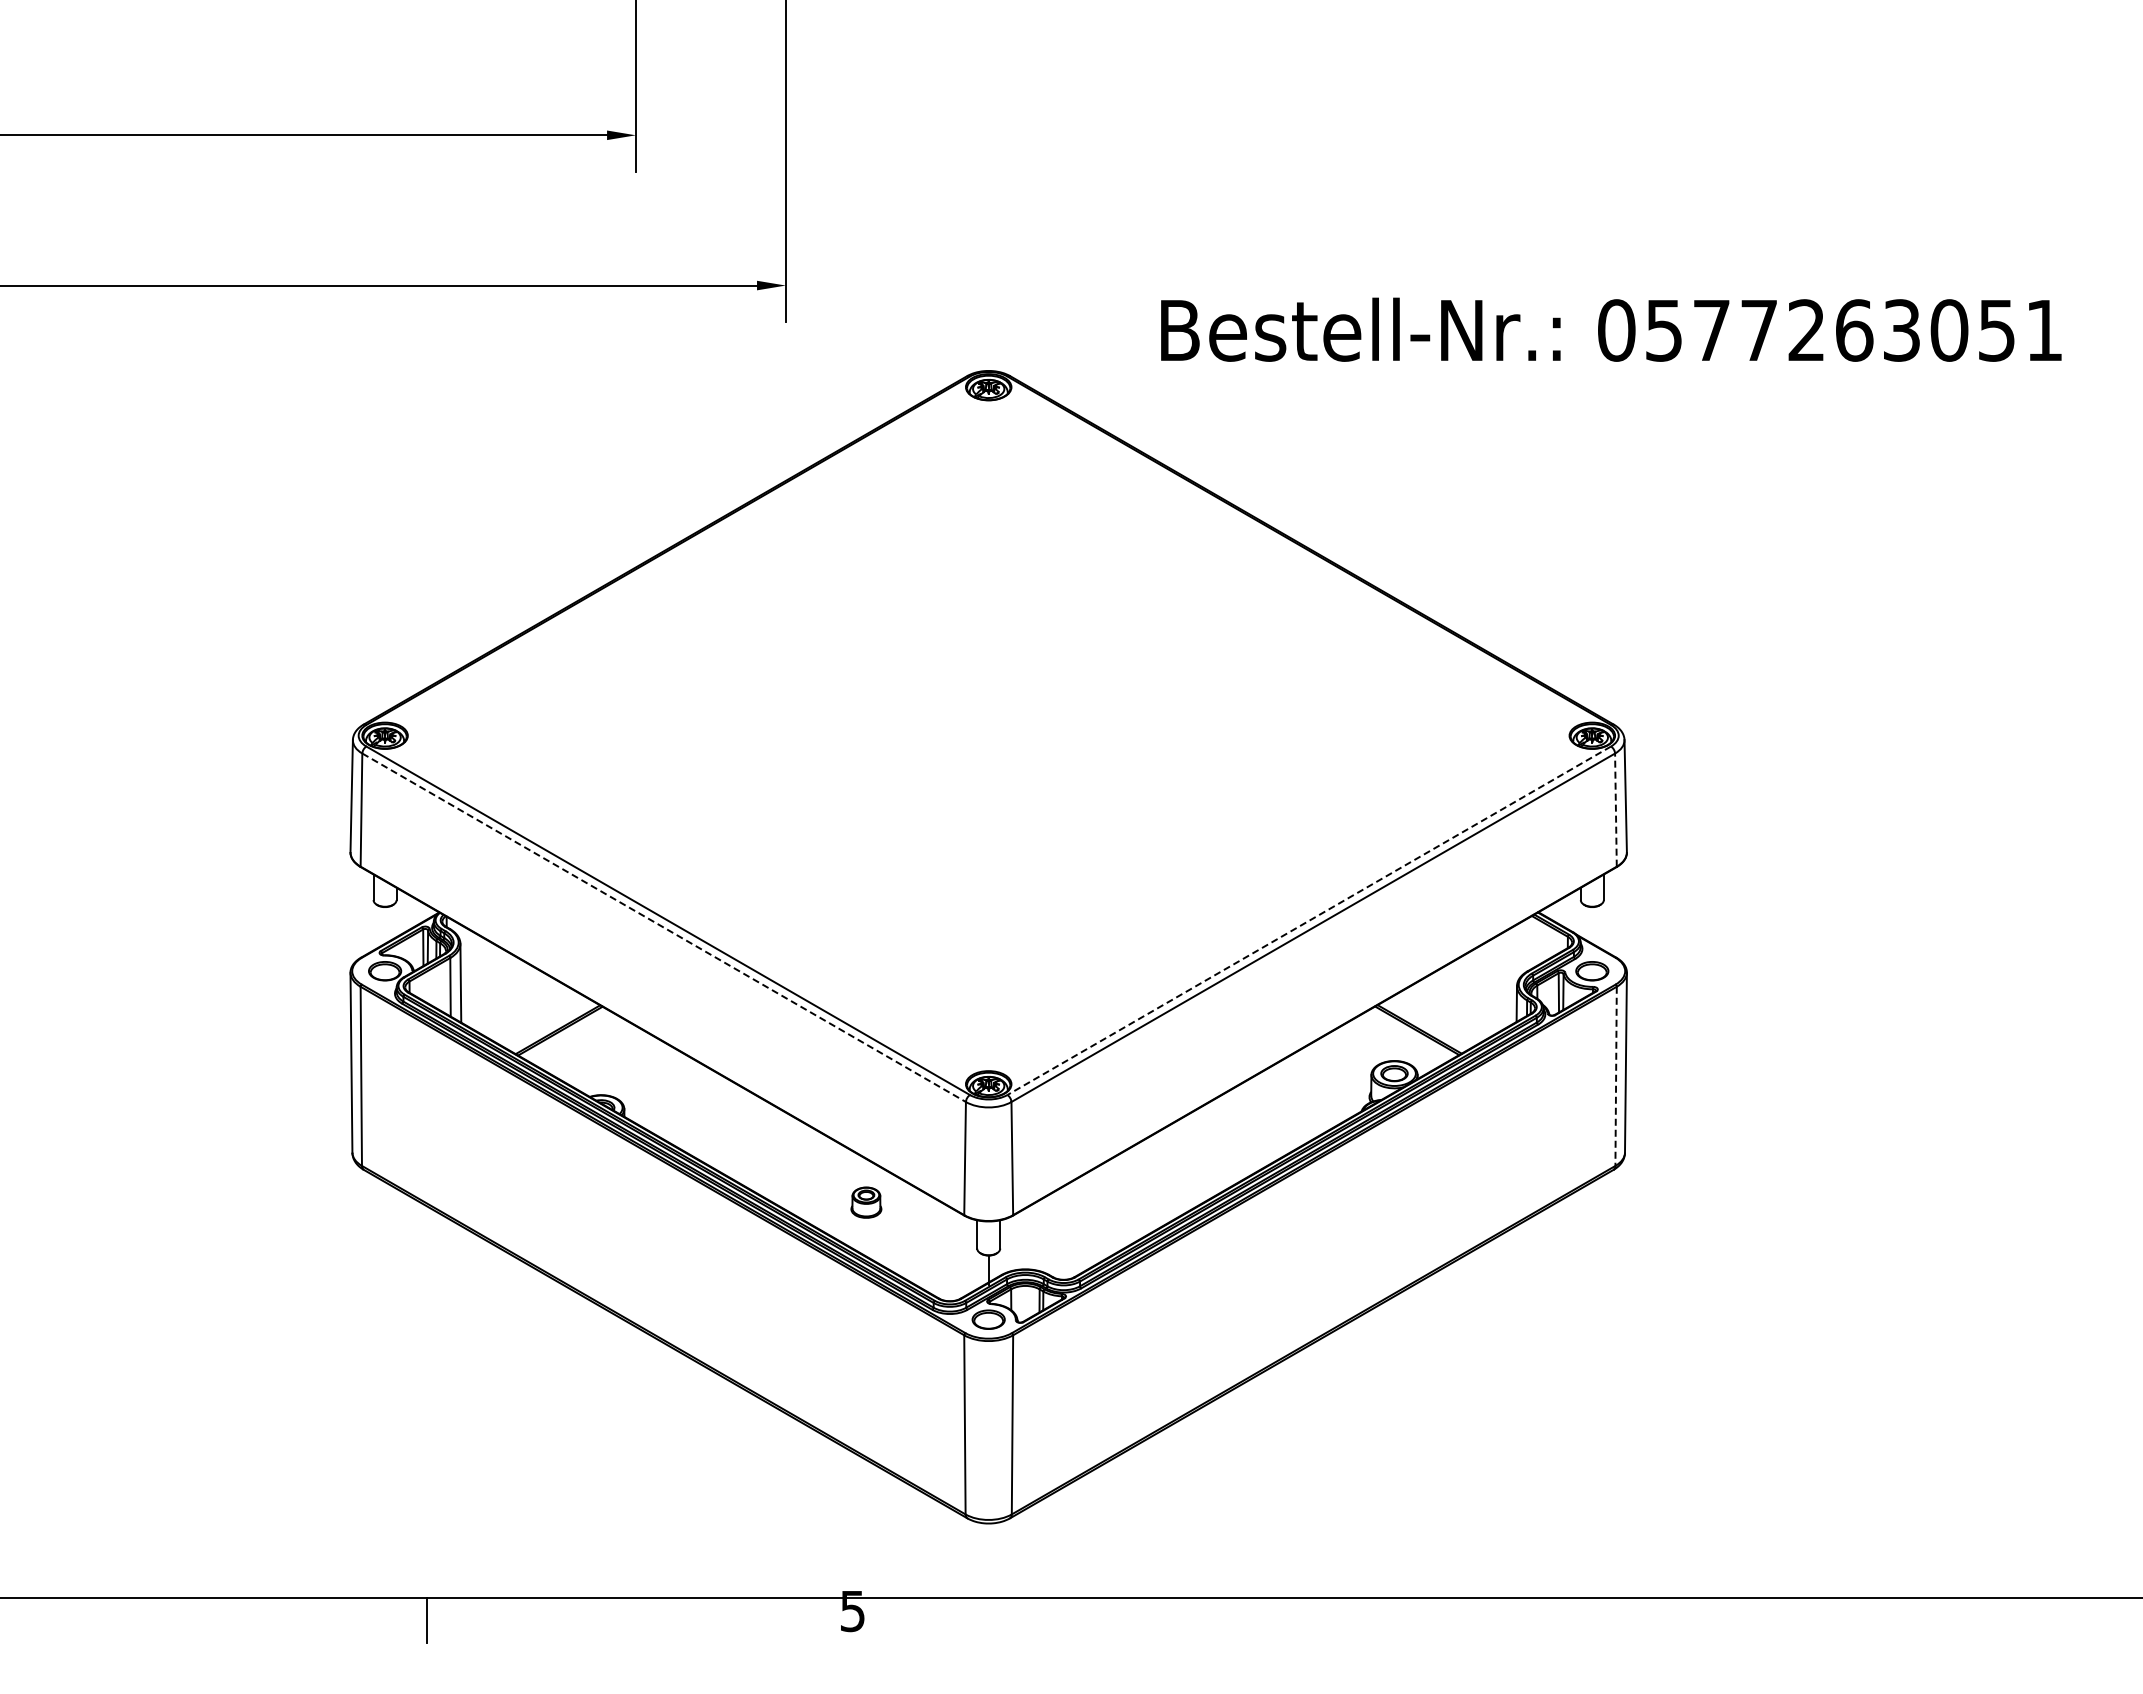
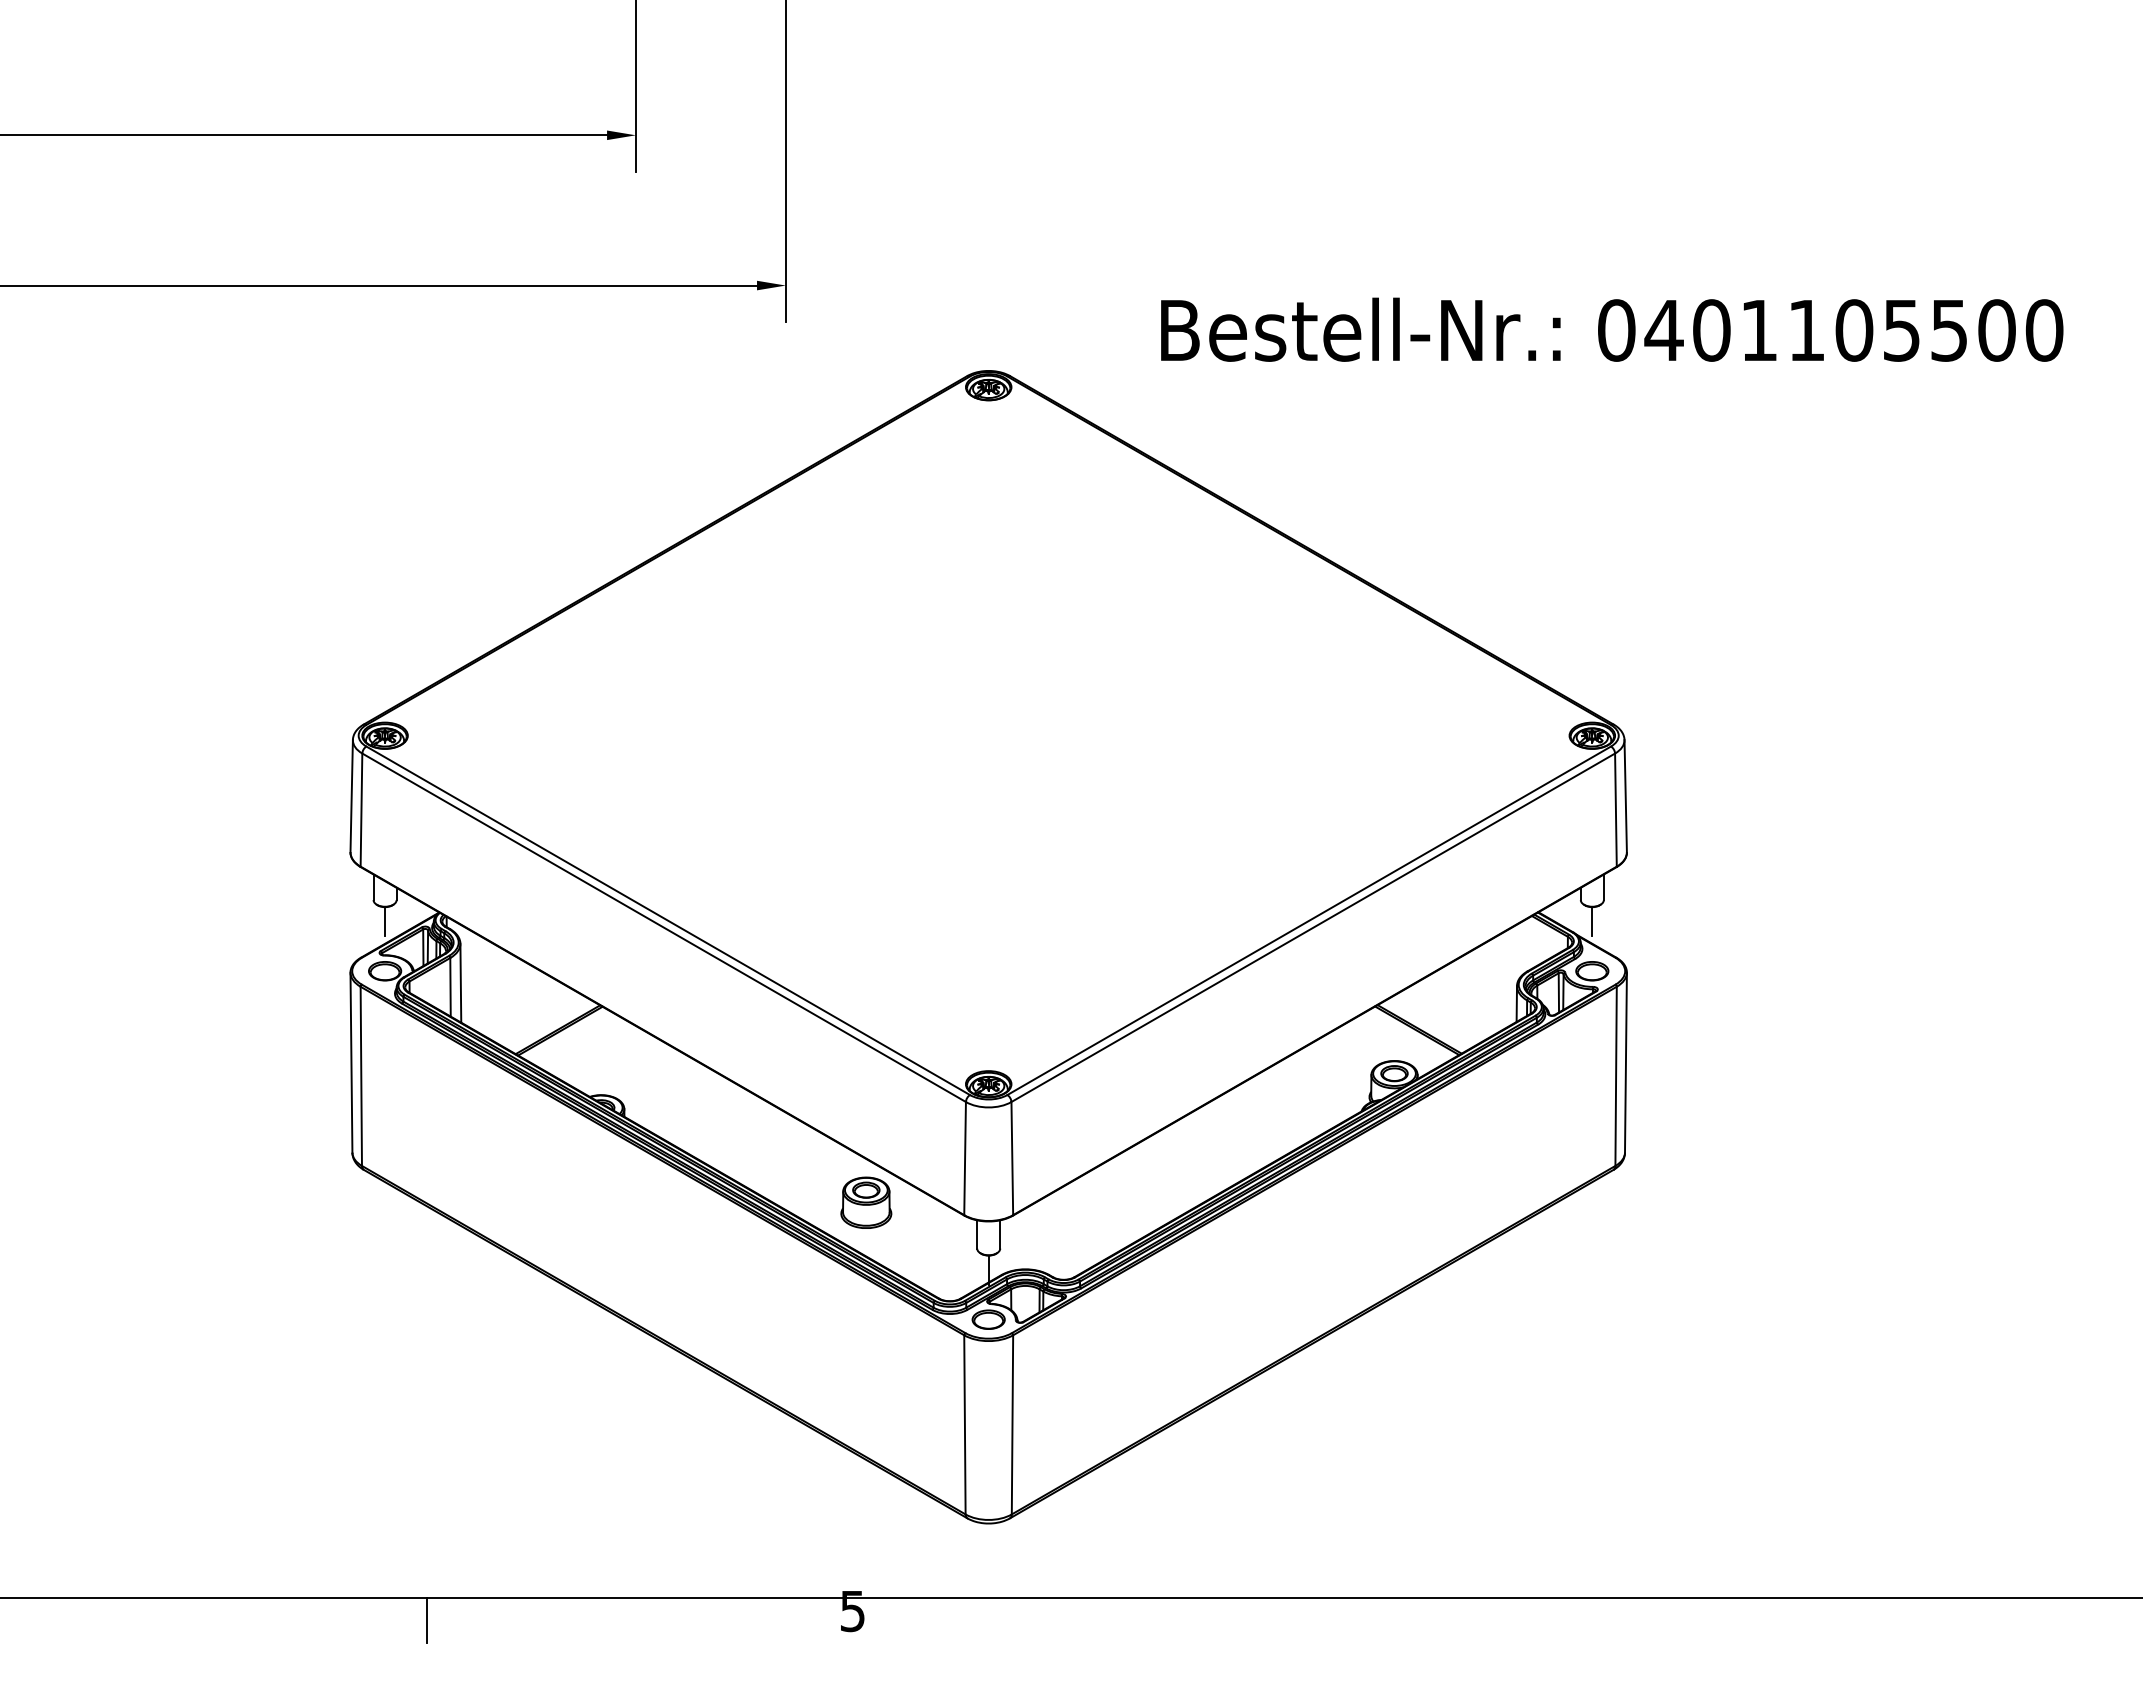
text at (1853, 330): 0577263051 -> 0401105500
line at (1615, 810): dashed -> solid
line at (385, 921): none -> present
line at (1308, 921): dashed -> solid
line at (1592, 921): none -> present
line at (664, 928): dashed -> solid
line at (1616, 1076): dashed -> solid
part at (866, 1202) size: 33x33 px -> 53x53 px
